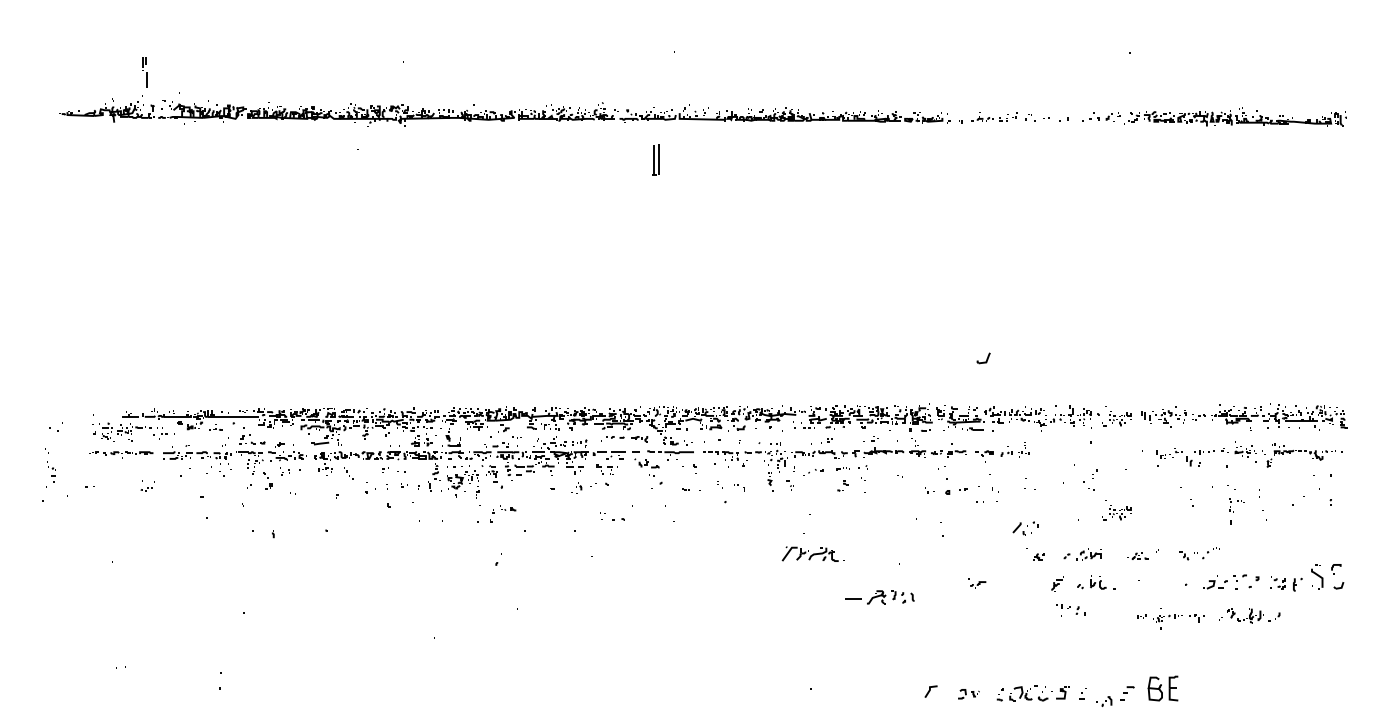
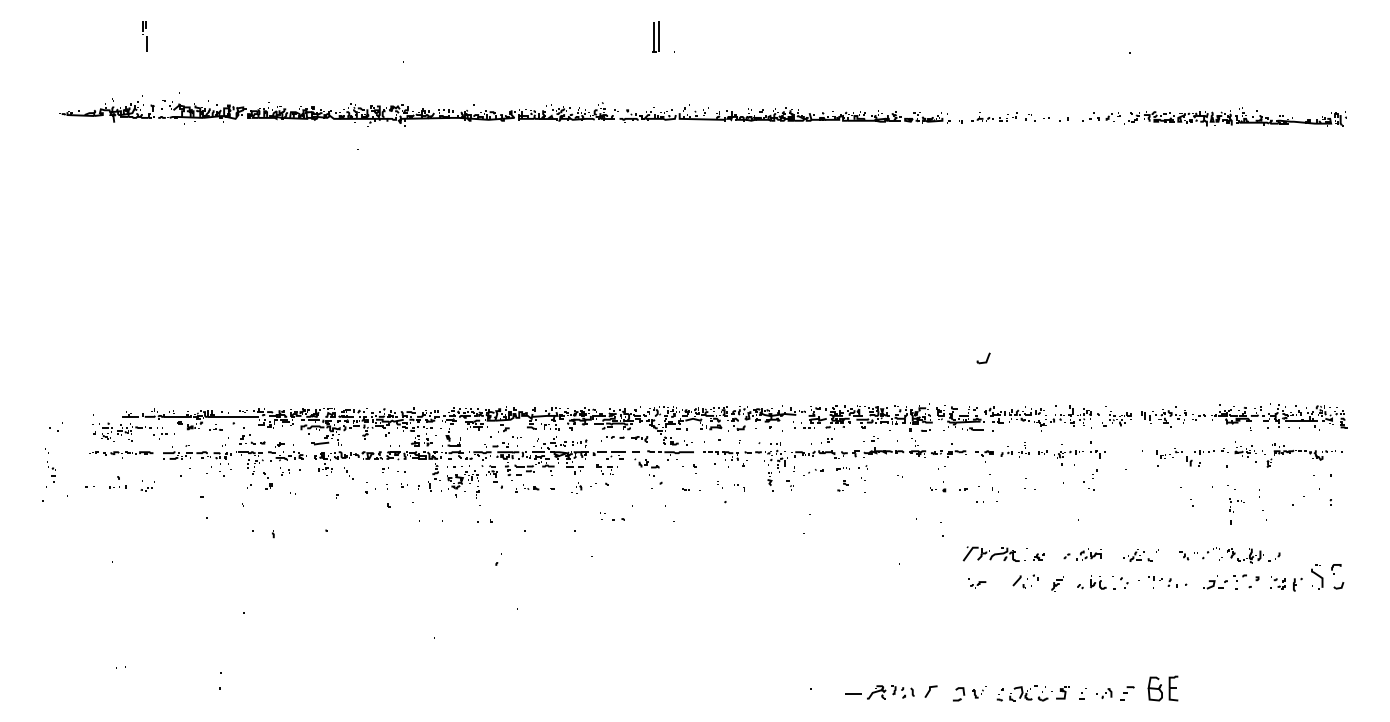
part at (144, 72) position: (144, 72) -> (144, 36)
part at (655, 159) position: (655, 159) -> (655, 36)
part at (117, 482): none -> present
part at (937, 486) size: 26x17 px -> 17x12 px
part at (504, 509) position: (504, 509) -> (527, 488)
part at (1116, 510): present -> none
part at (1025, 528) position: (1025, 528) -> (1025, 581)
part at (812, 553) position: (812, 553) -> (993, 553)
part at (1137, 555) size: 22x8 px -> 30x13 px
part at (1120, 582): none -> present
part at (879, 597) position: (879, 597) -> (879, 692)
part at (1070, 610) position: (1070, 610) -> (1162, 582)
part at (1249, 615) position: (1249, 615) -> (1249, 555)
part at (1170, 618) position: (1170, 618) -> (1071, 454)
part at (968, 694) size: 22x11 px -> 34x16 px
part at (1104, 701) position: (1104, 701) -> (1104, 693)
